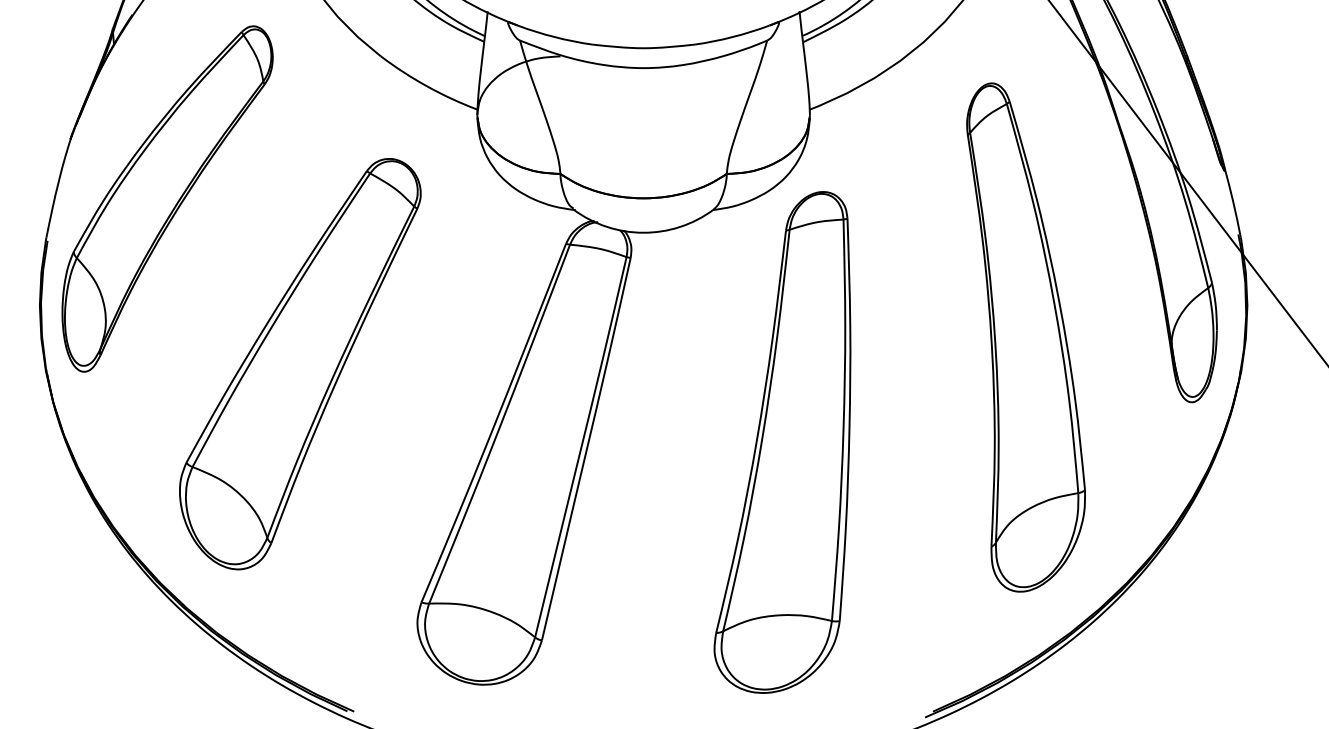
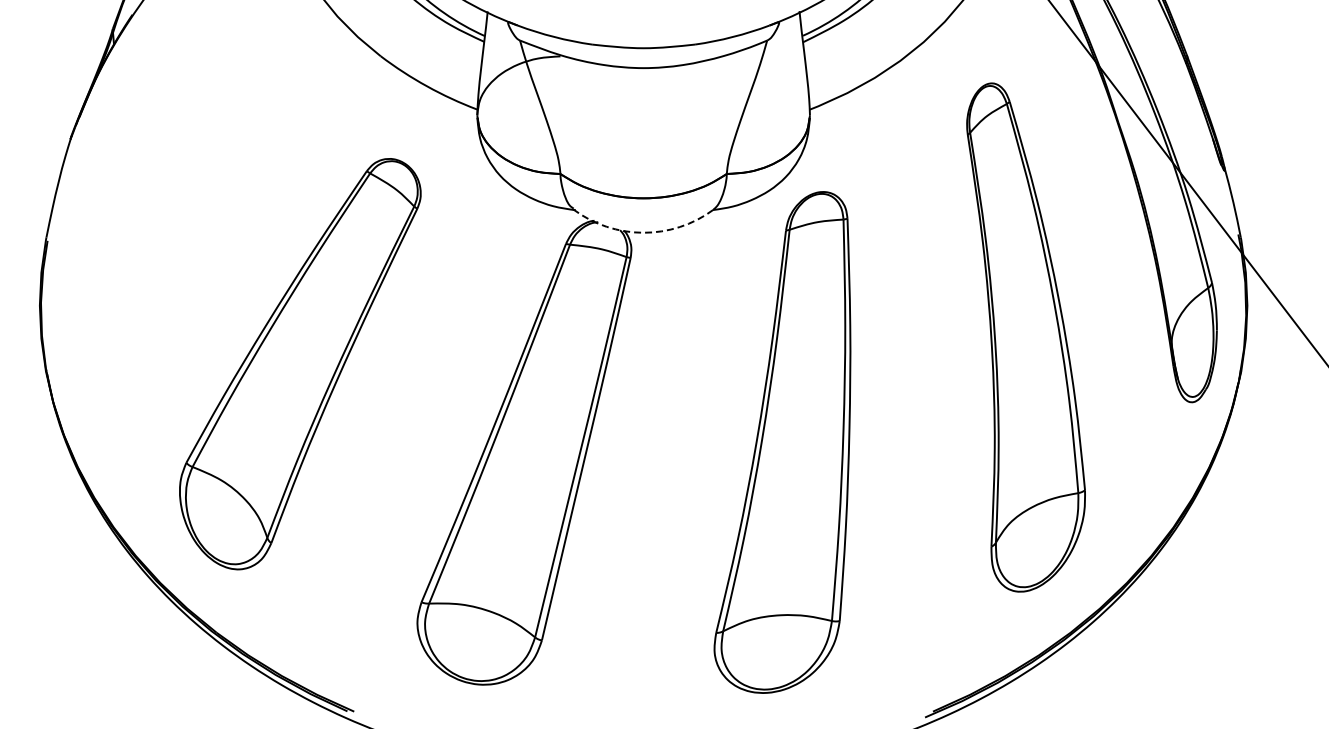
part at (167, 198): present -> none
arc at (643, 232): solid -> dashed
